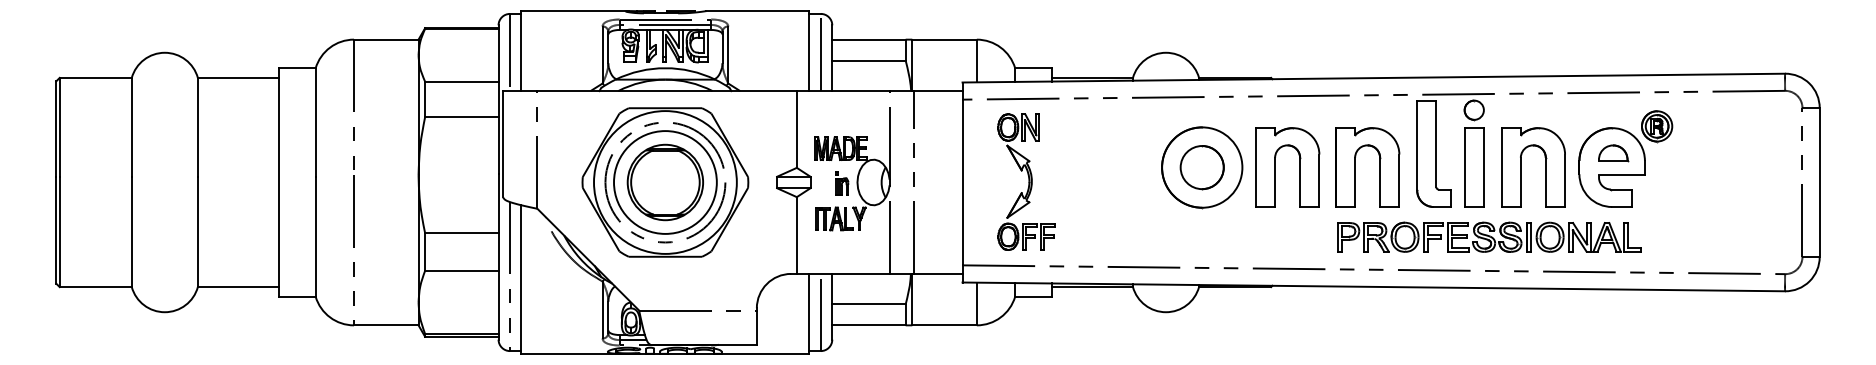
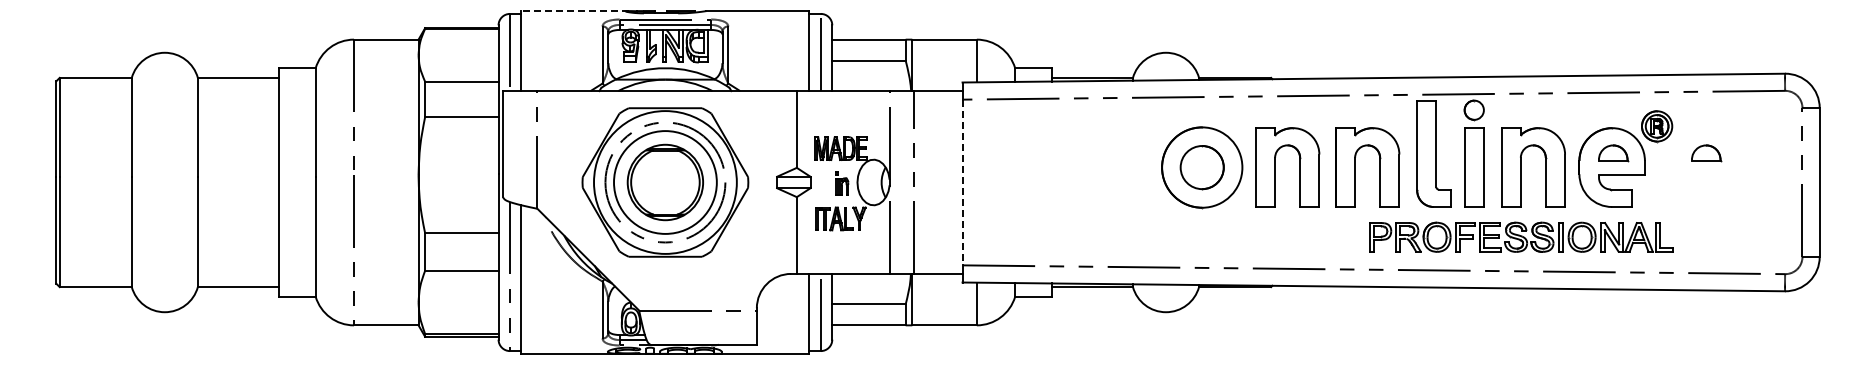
line at (575, 11): solid -> dashed
part at (1706, 153): none -> present
part at (1026, 181): present -> none
line at (962, 182): solid -> dashed
part at (1489, 236) position: (1489, 236) -> (1521, 236)
